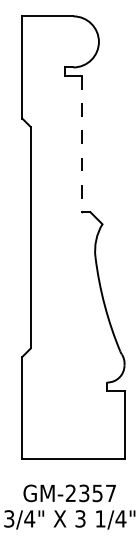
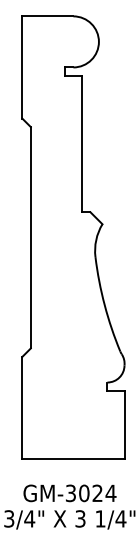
line at (81, 144): dashed -> solid
text at (90, 493): GM-2357 -> GM-3024
